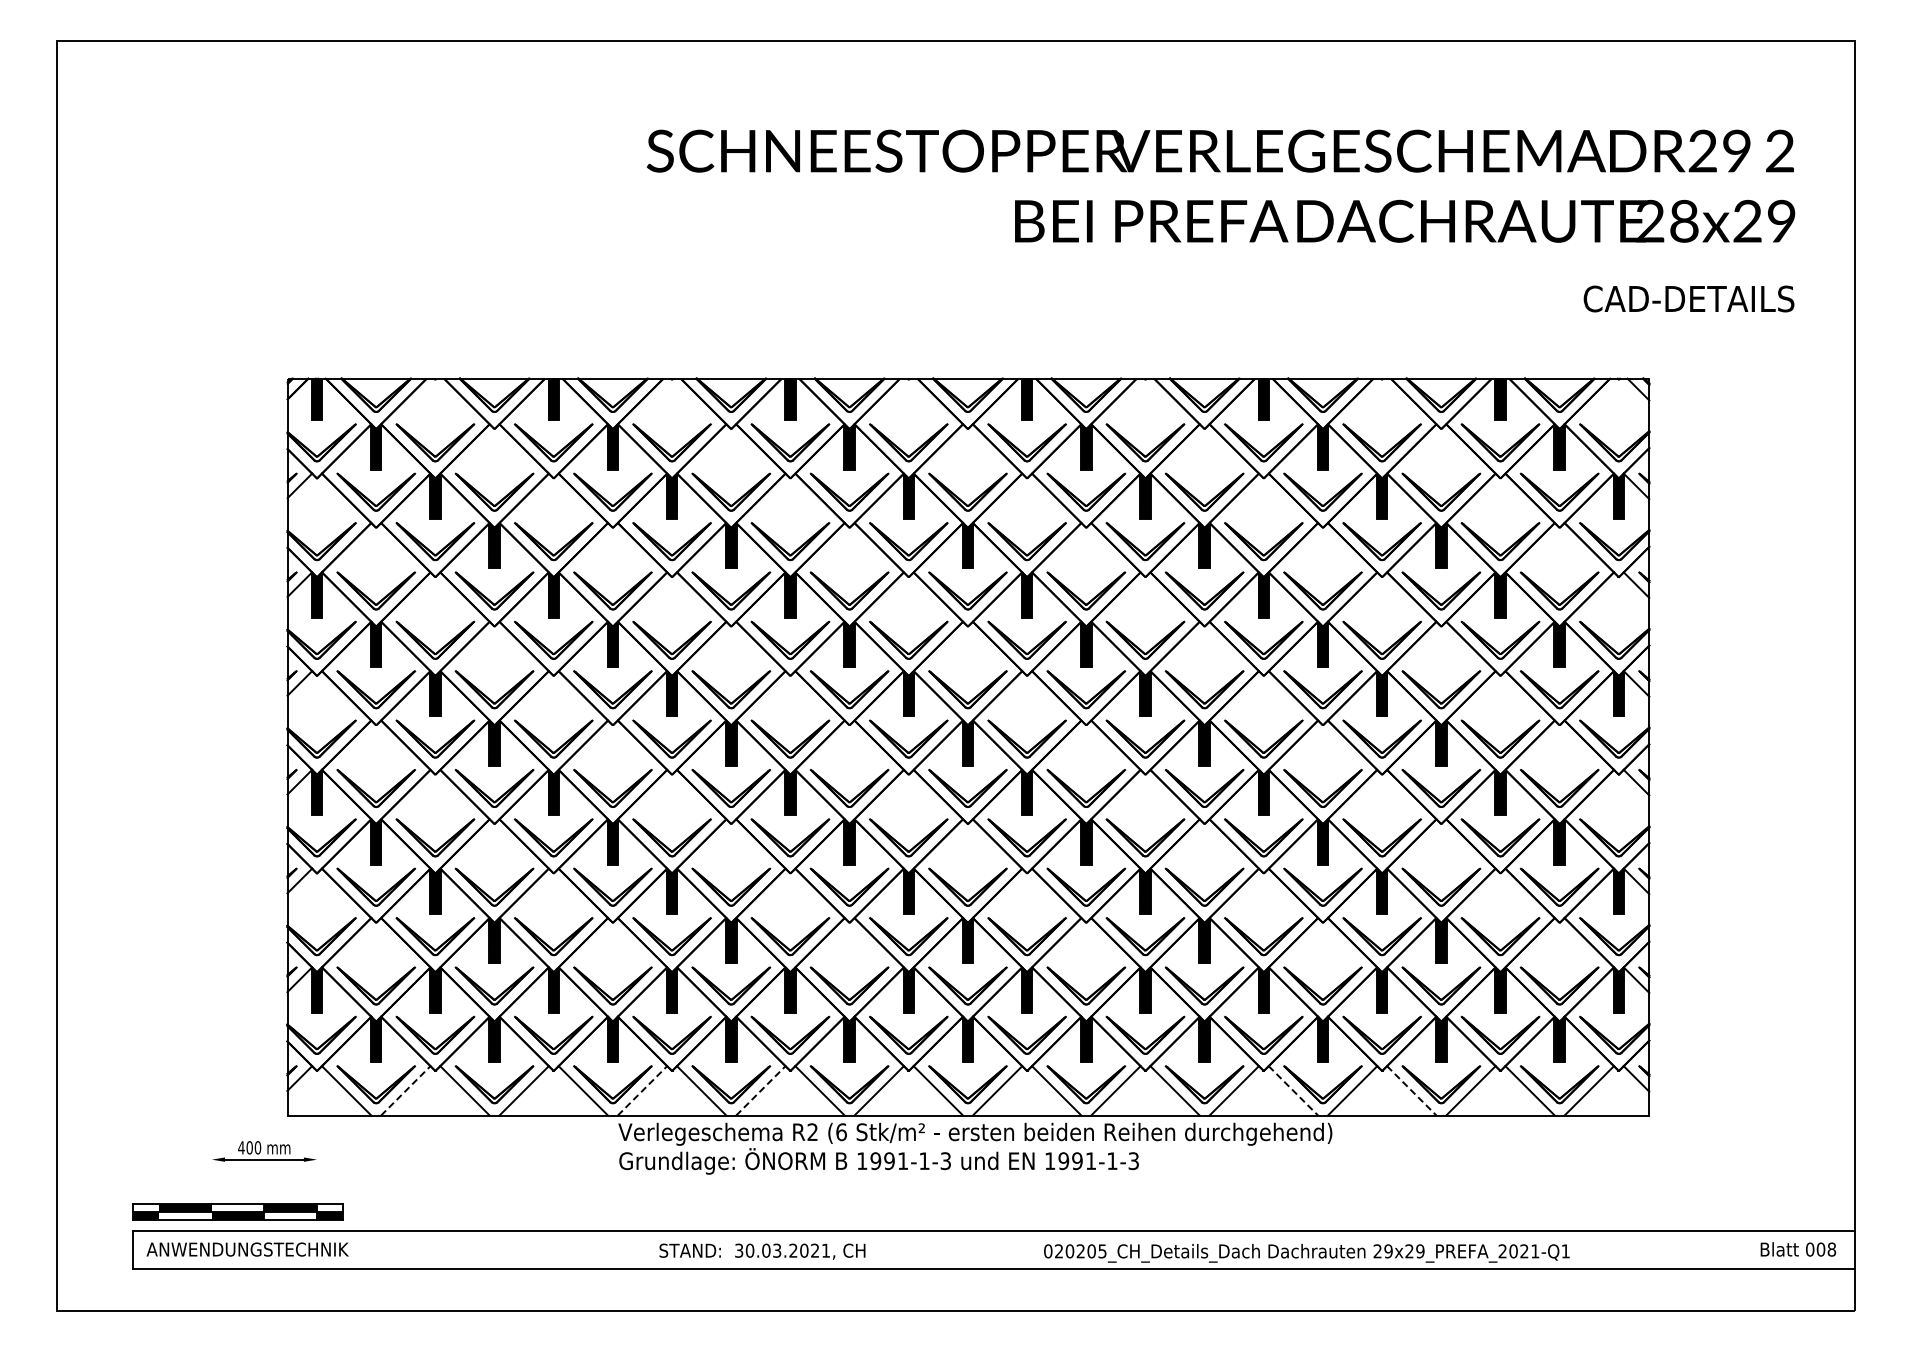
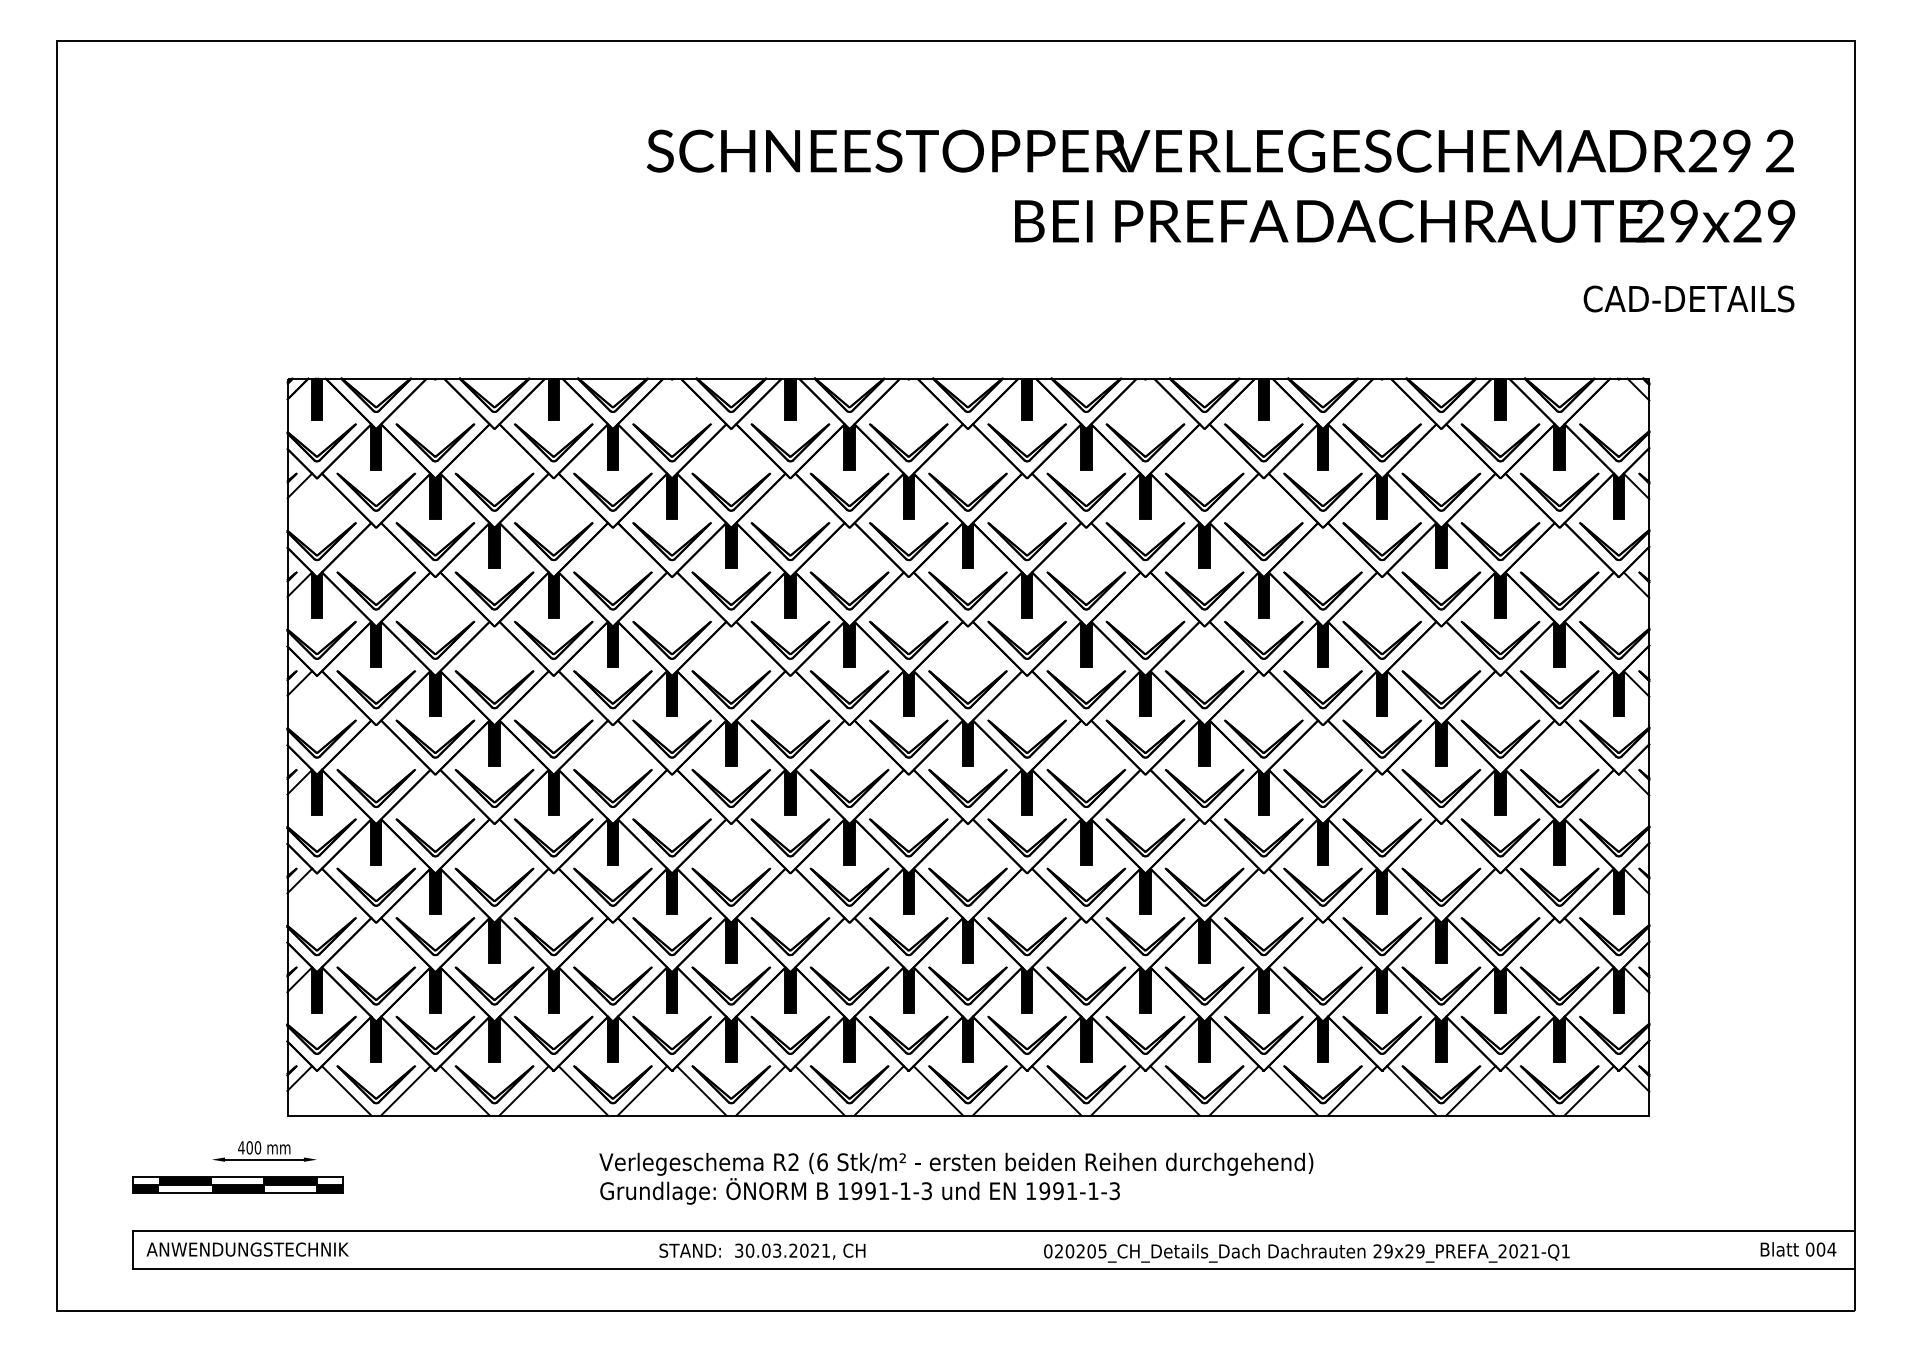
text at (1684, 222): 28x29 -> 29x29
line at (405, 1090): dashed -> solid
line at (642, 1090): dashed -> solid
line at (760, 1090): dashed -> solid
line at (1293, 1090): dashed -> solid
line at (1411, 1090): dashed -> solid
text at (975, 1148) position: (975, 1148) -> (956, 1178)
part at (237, 1211) position: (237, 1211) -> (237, 1184)
text at (1831, 1249): 008 -> 004
